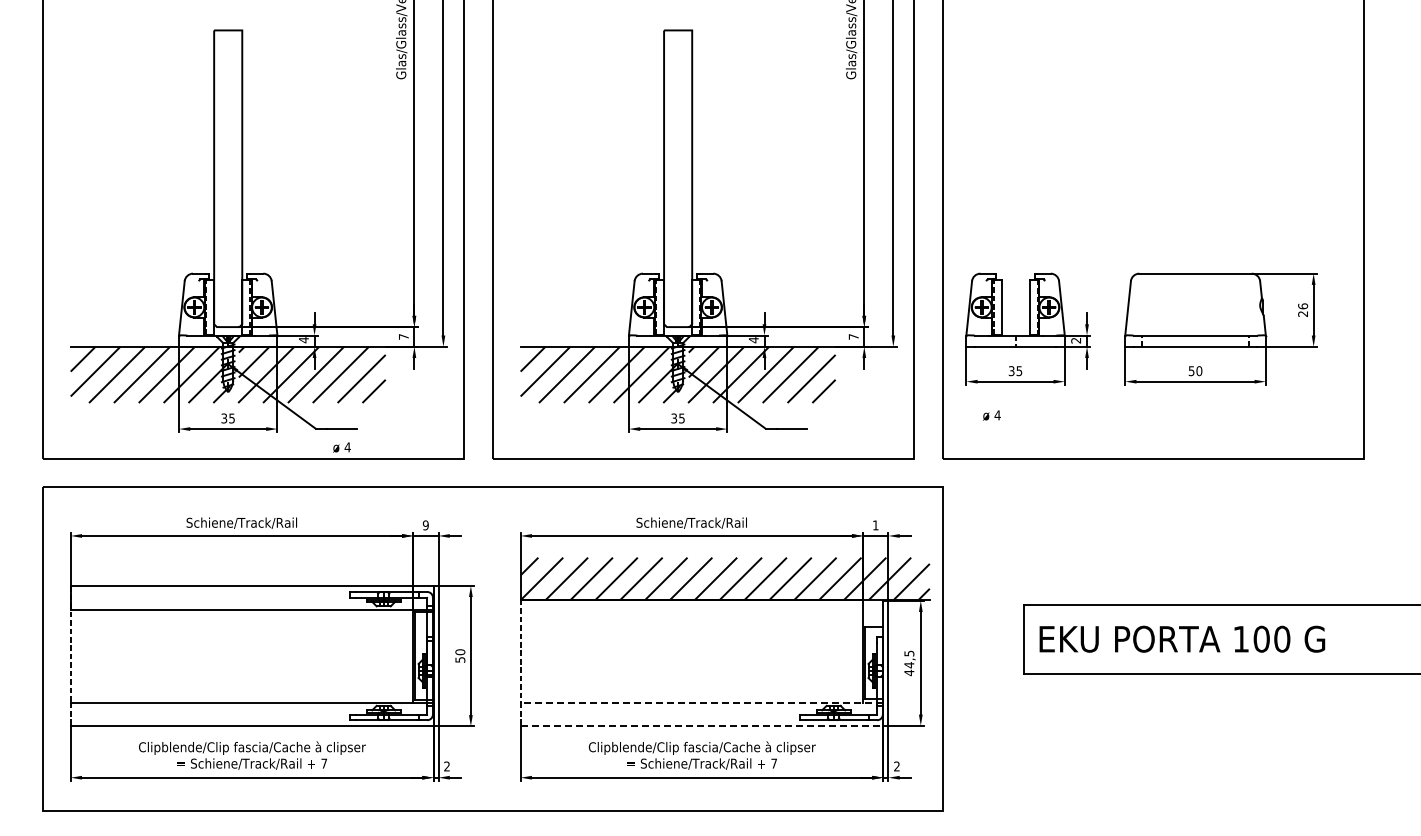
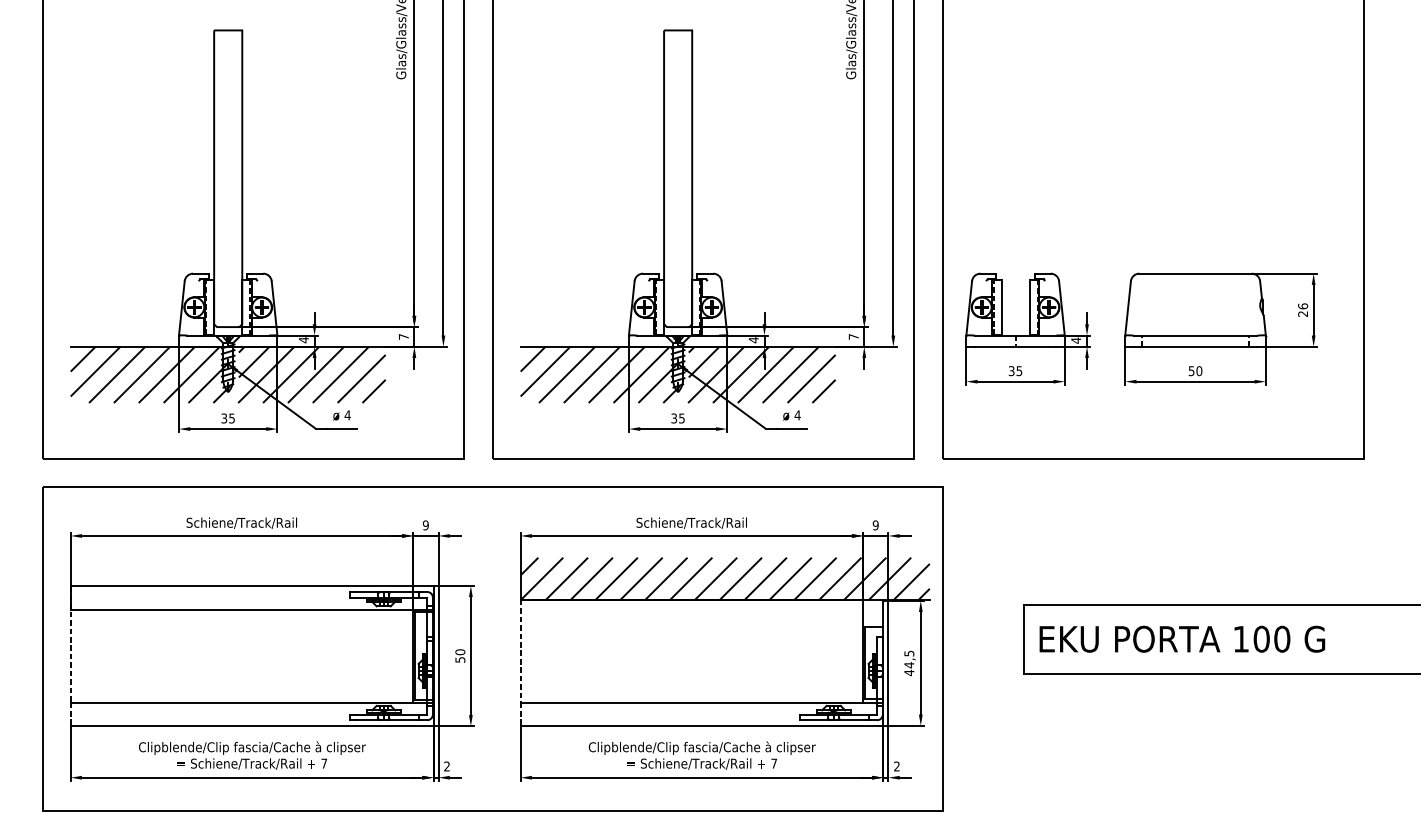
text at (1076, 340): 2 -> 4
text at (991, 415) position: (991, 415) -> (791, 415)
text at (341, 447) position: (341, 447) -> (341, 415)
text at (875, 525): 1 -> 9
line at (701, 702): dashed -> solid
line at (702, 725): dashed -> solid
